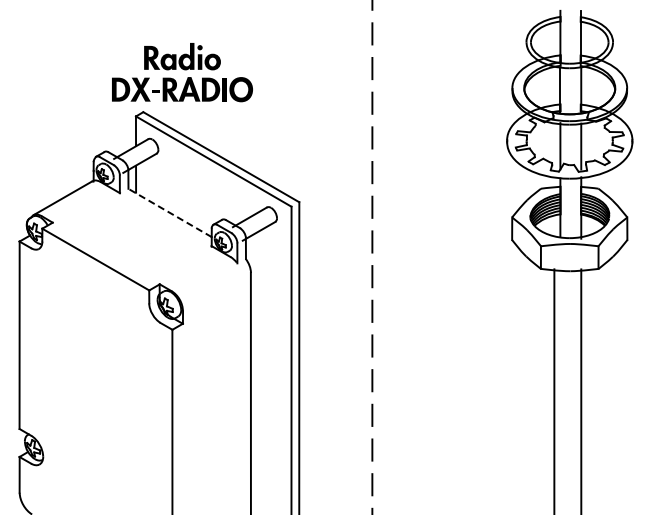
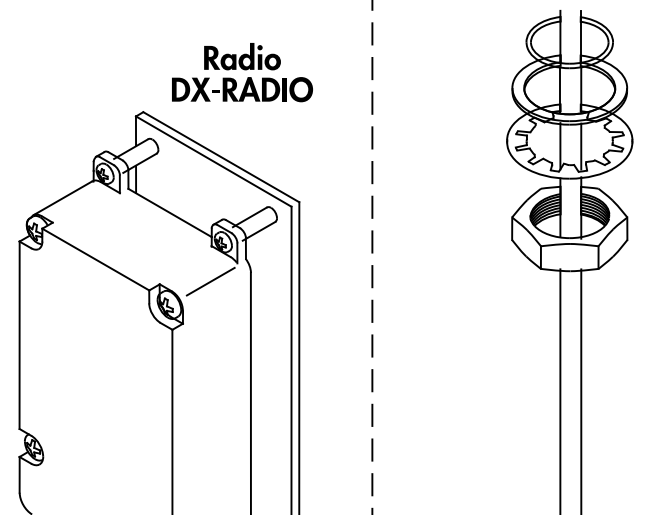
part at (182, 72) position: (182, 72) -> (242, 72)
line at (169, 212): dashed -> solid
line at (210, 281): none -> present
line at (554, 390) position: (554, 390) -> (560, 390)
